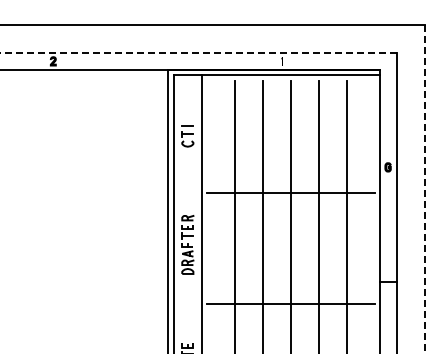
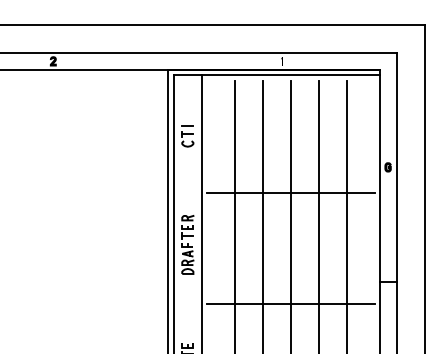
line at (198, 53): dashed -> solid
line at (425, 189): dashed -> solid
